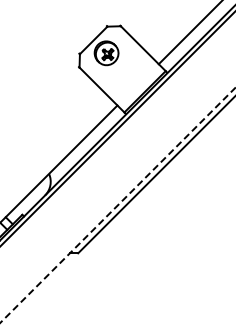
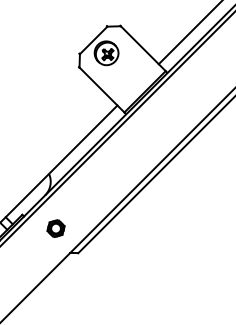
line at (118, 204): dashed -> solid
part at (55, 228): none -> present
